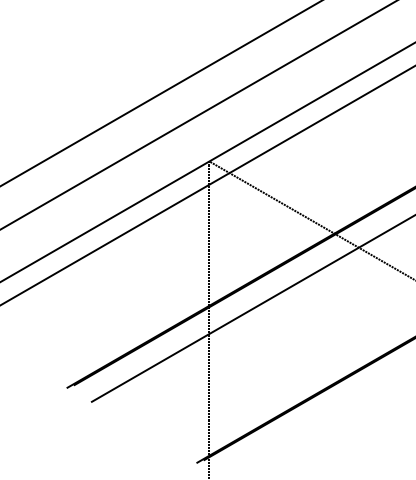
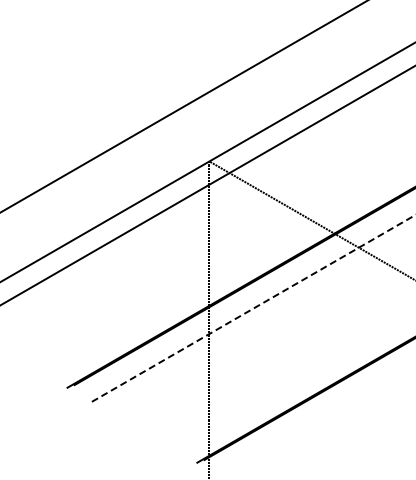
line at (160, 93): present -> none
line at (198, 115) position: (198, 115) -> (183, 106)
line at (253, 308): solid -> dashed
